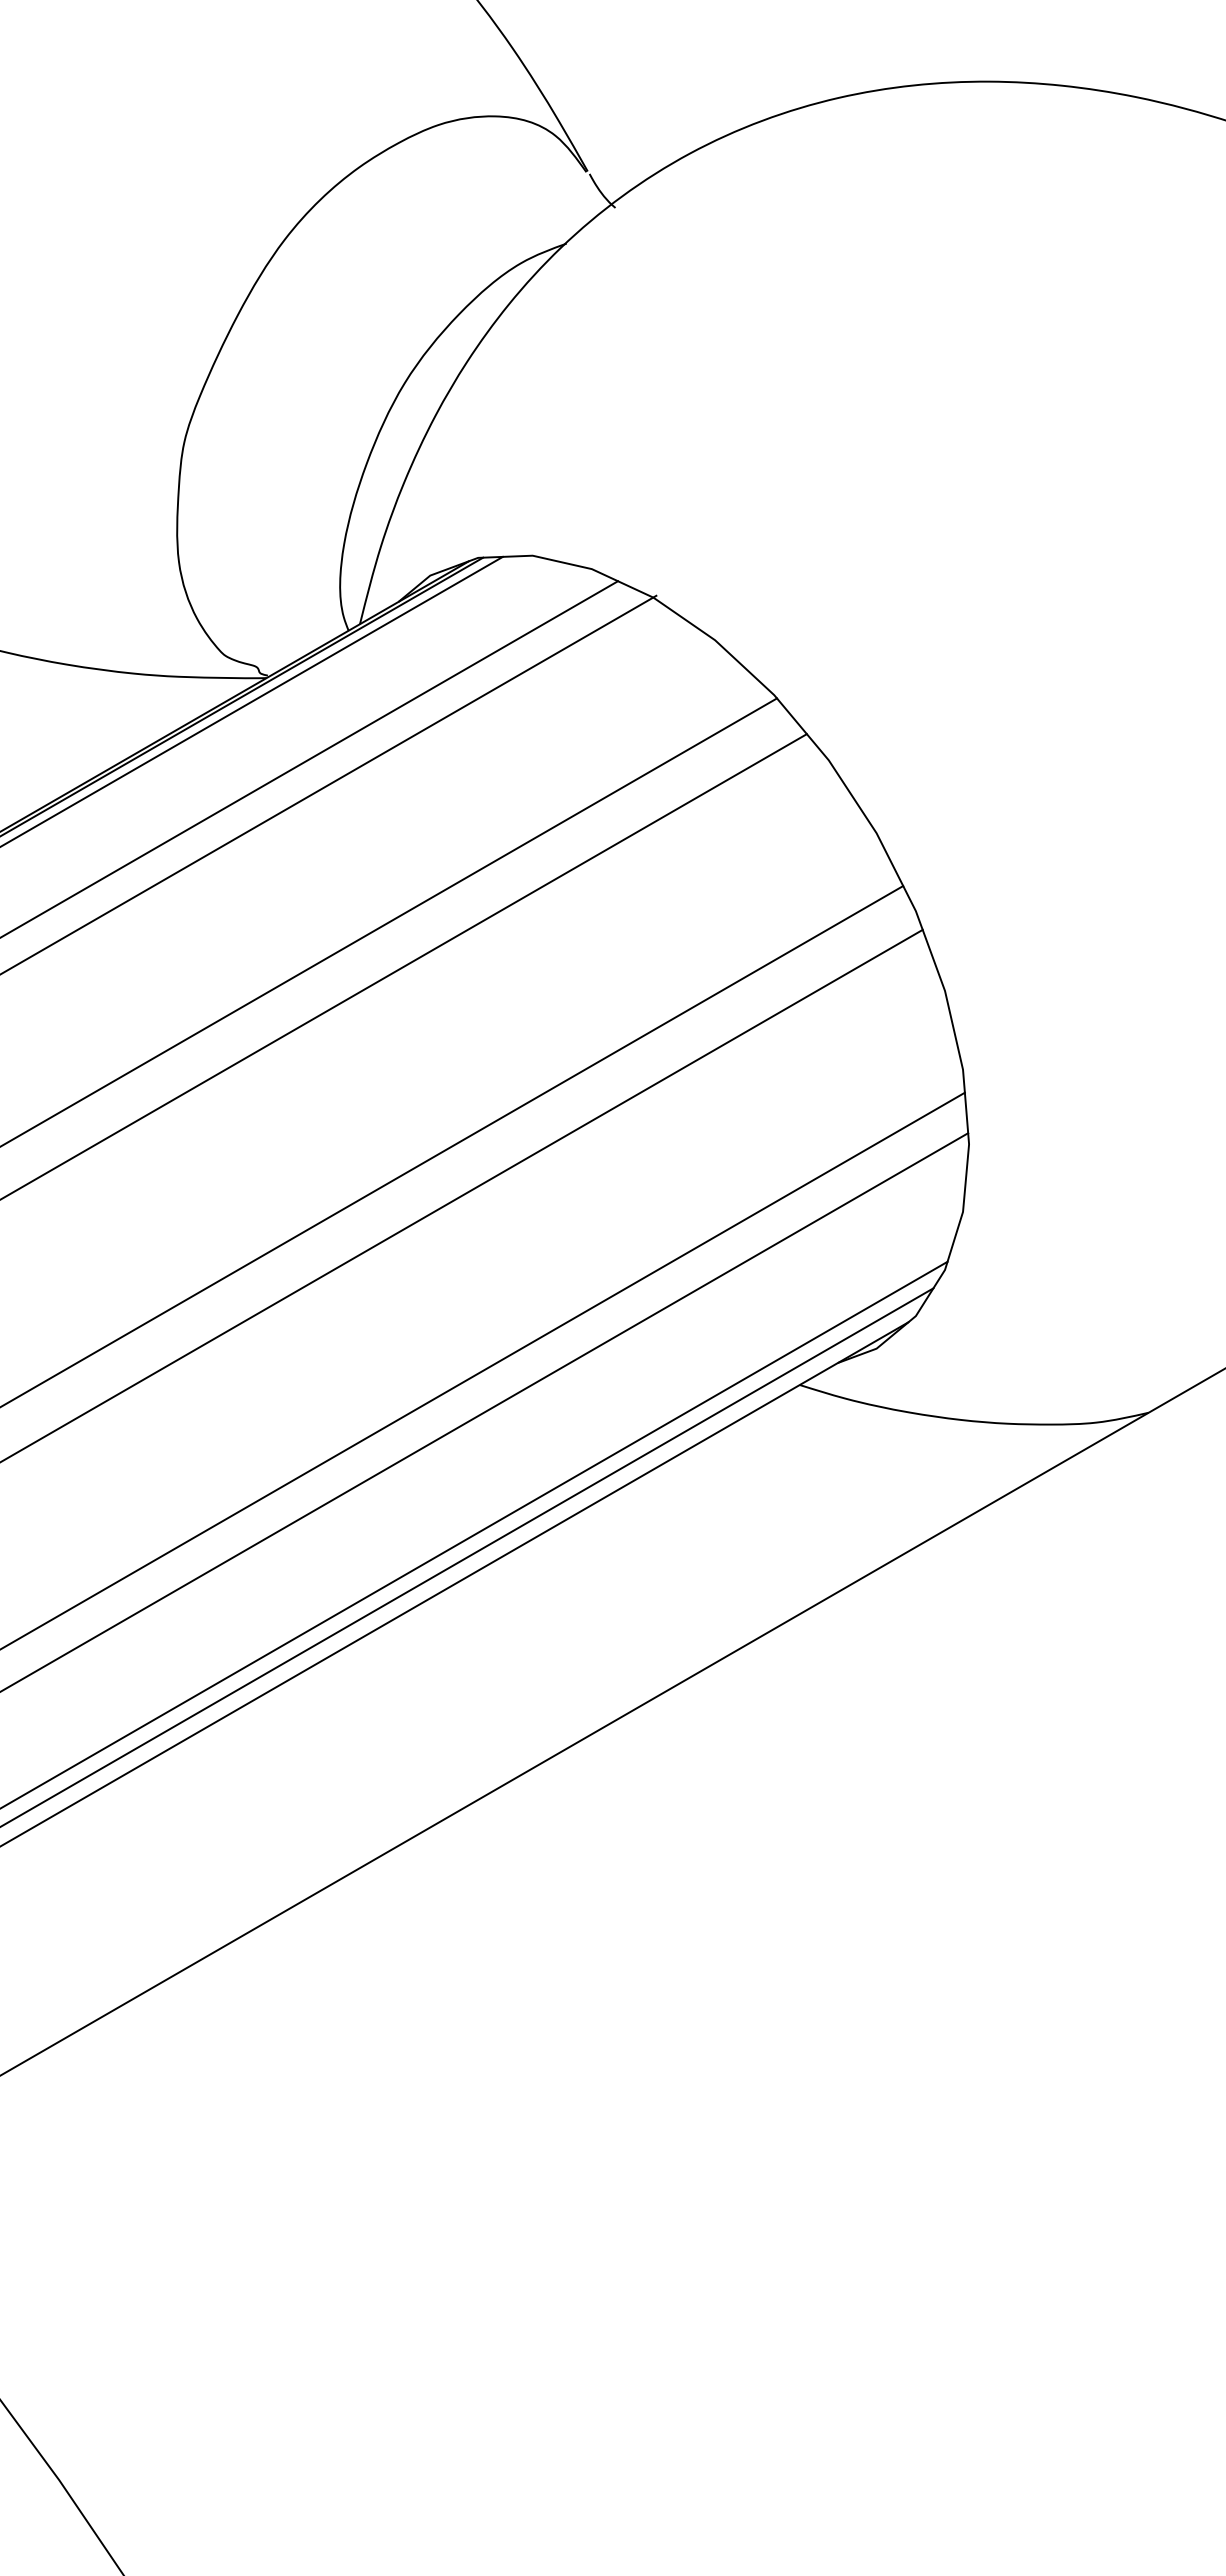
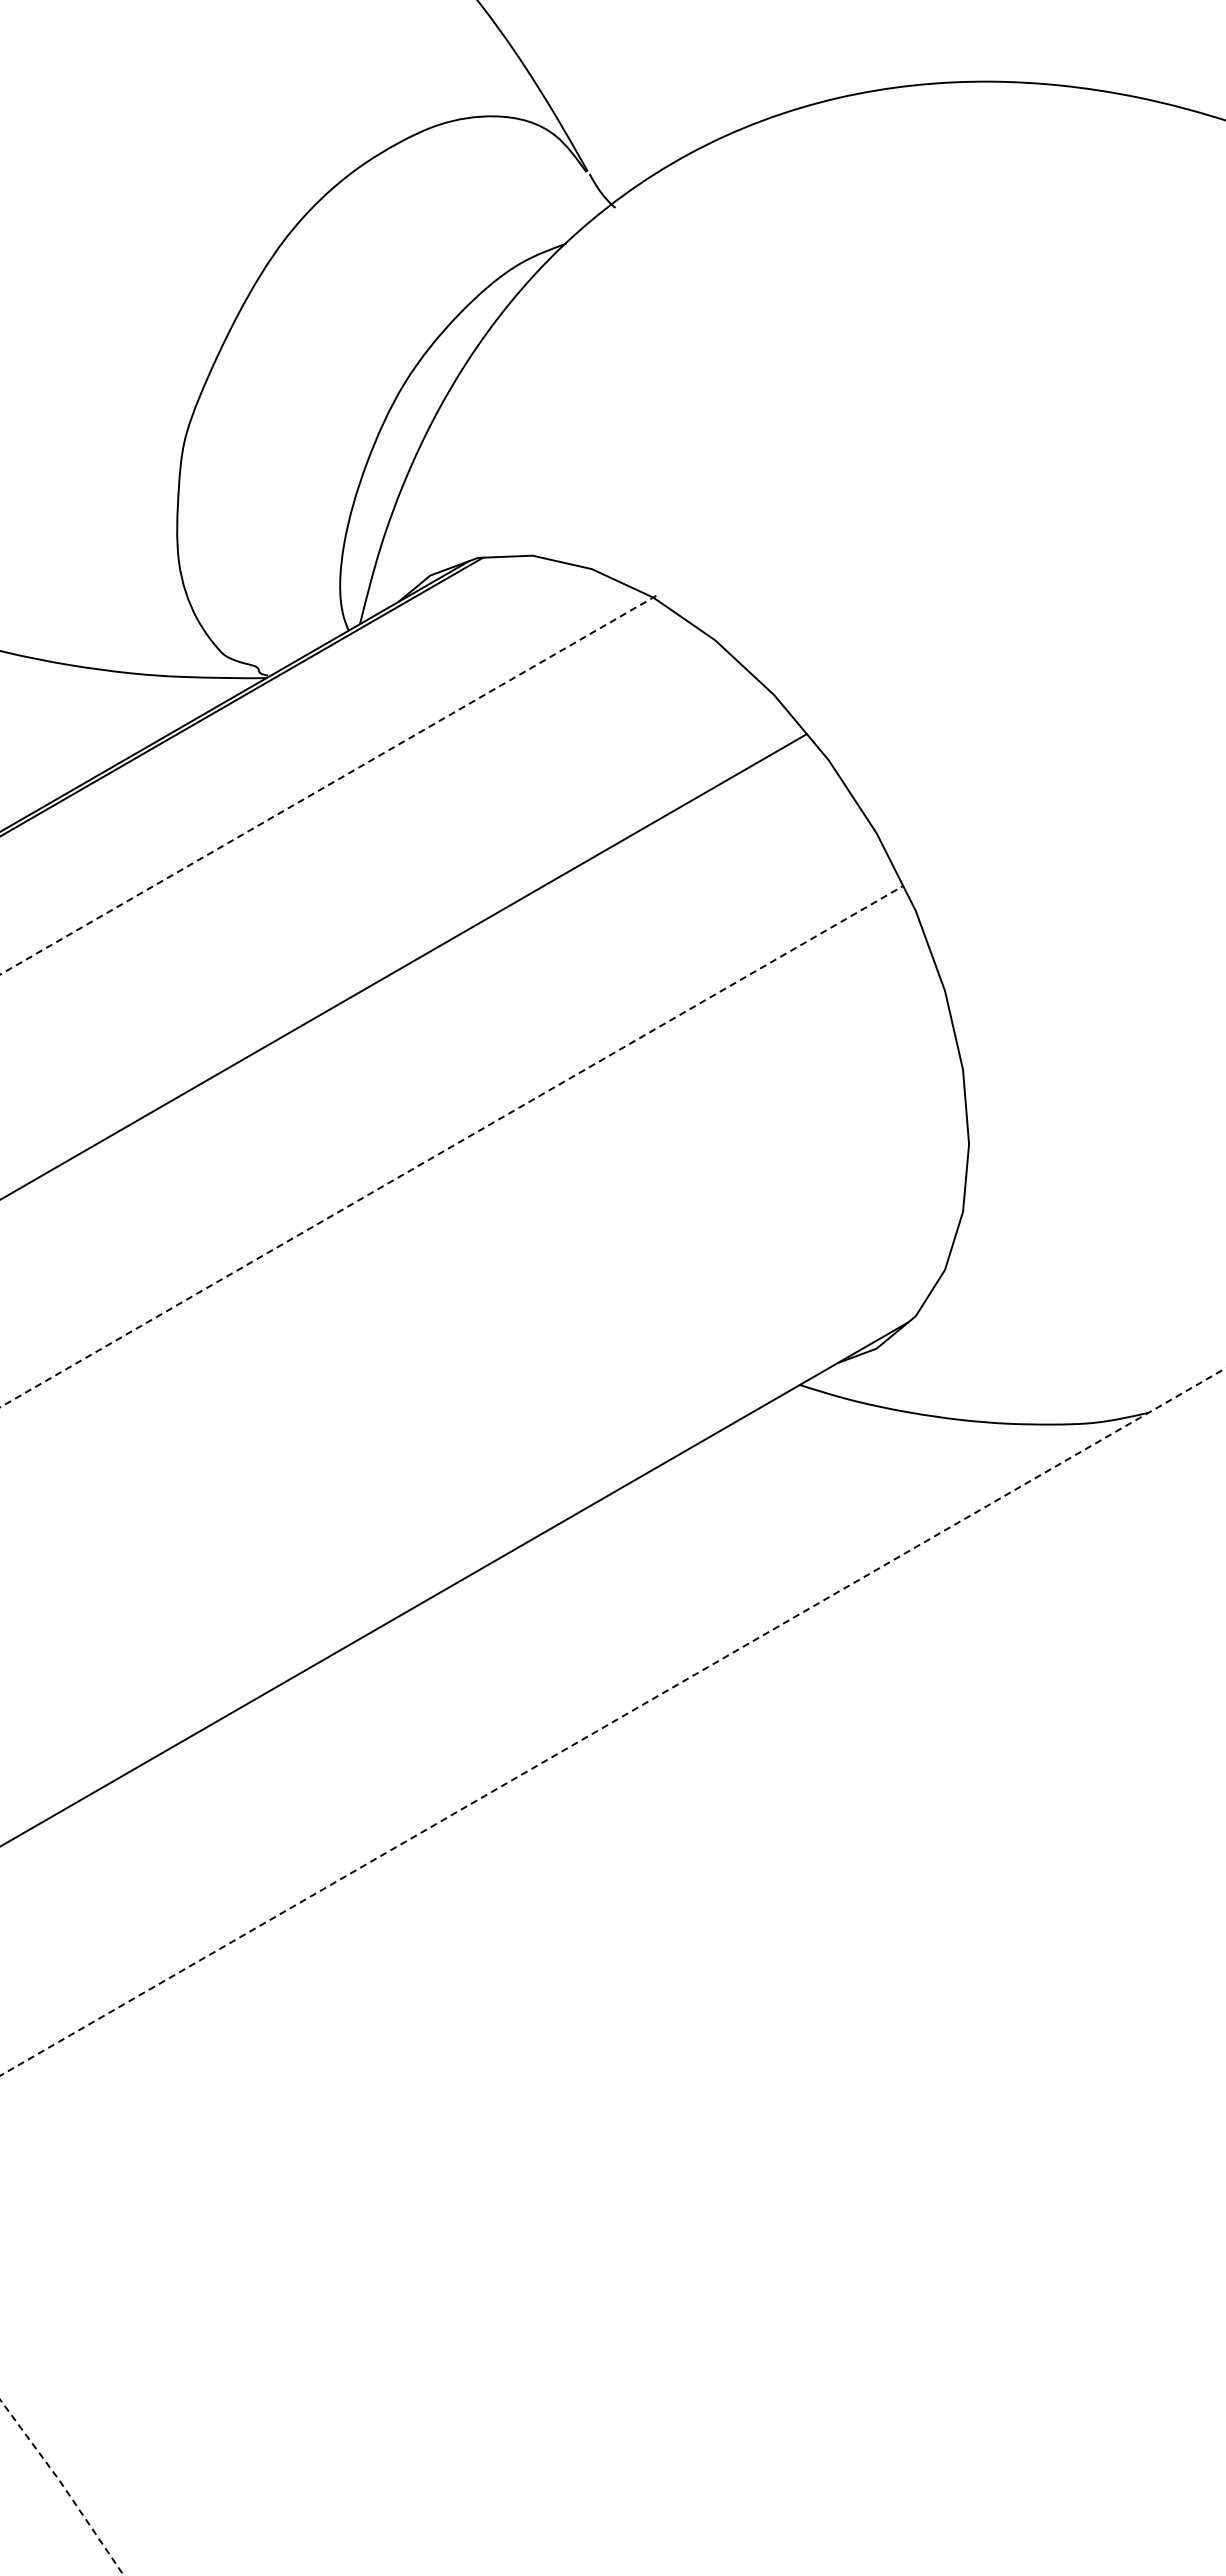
line at (252, 700): present -> none
line at (310, 758): present -> none
line at (328, 785): solid -> dashed
line at (389, 921): present -> none
line at (452, 1146): solid -> dashed
line at (462, 1194): present -> none
line at (483, 1370): present -> none
line at (485, 1411): present -> none
line at (474, 1534): present -> none
line at (467, 1556): present -> none
line at (612, 1722): solid -> dashed
line at (63, 2486): solid -> dashed
